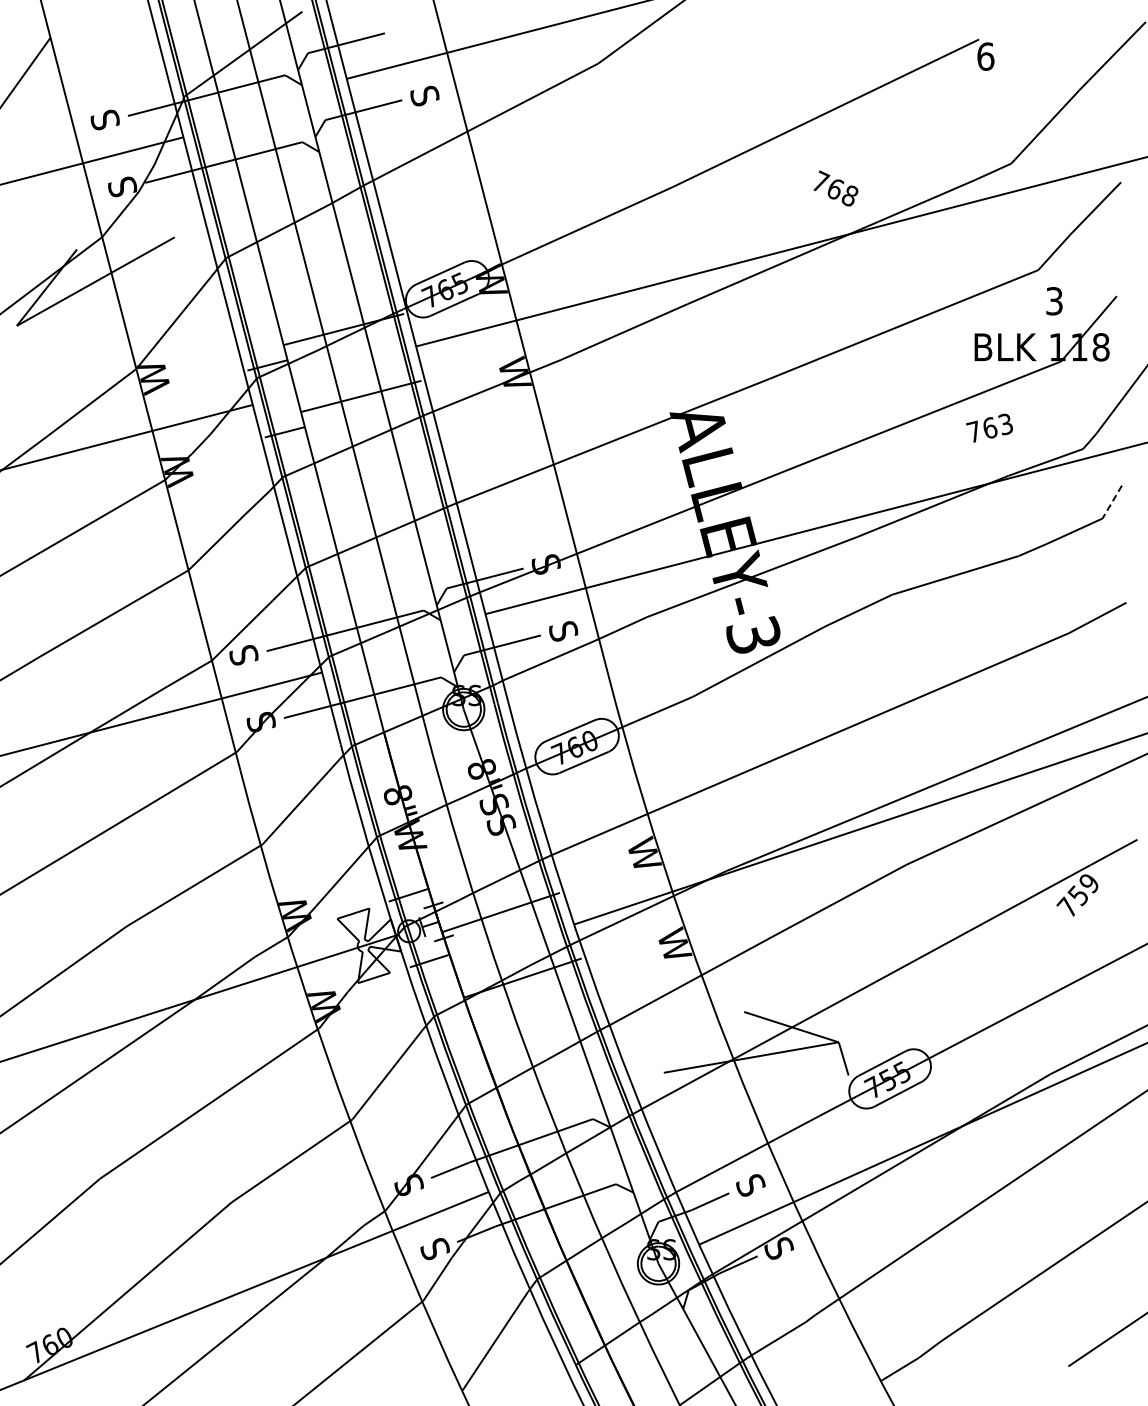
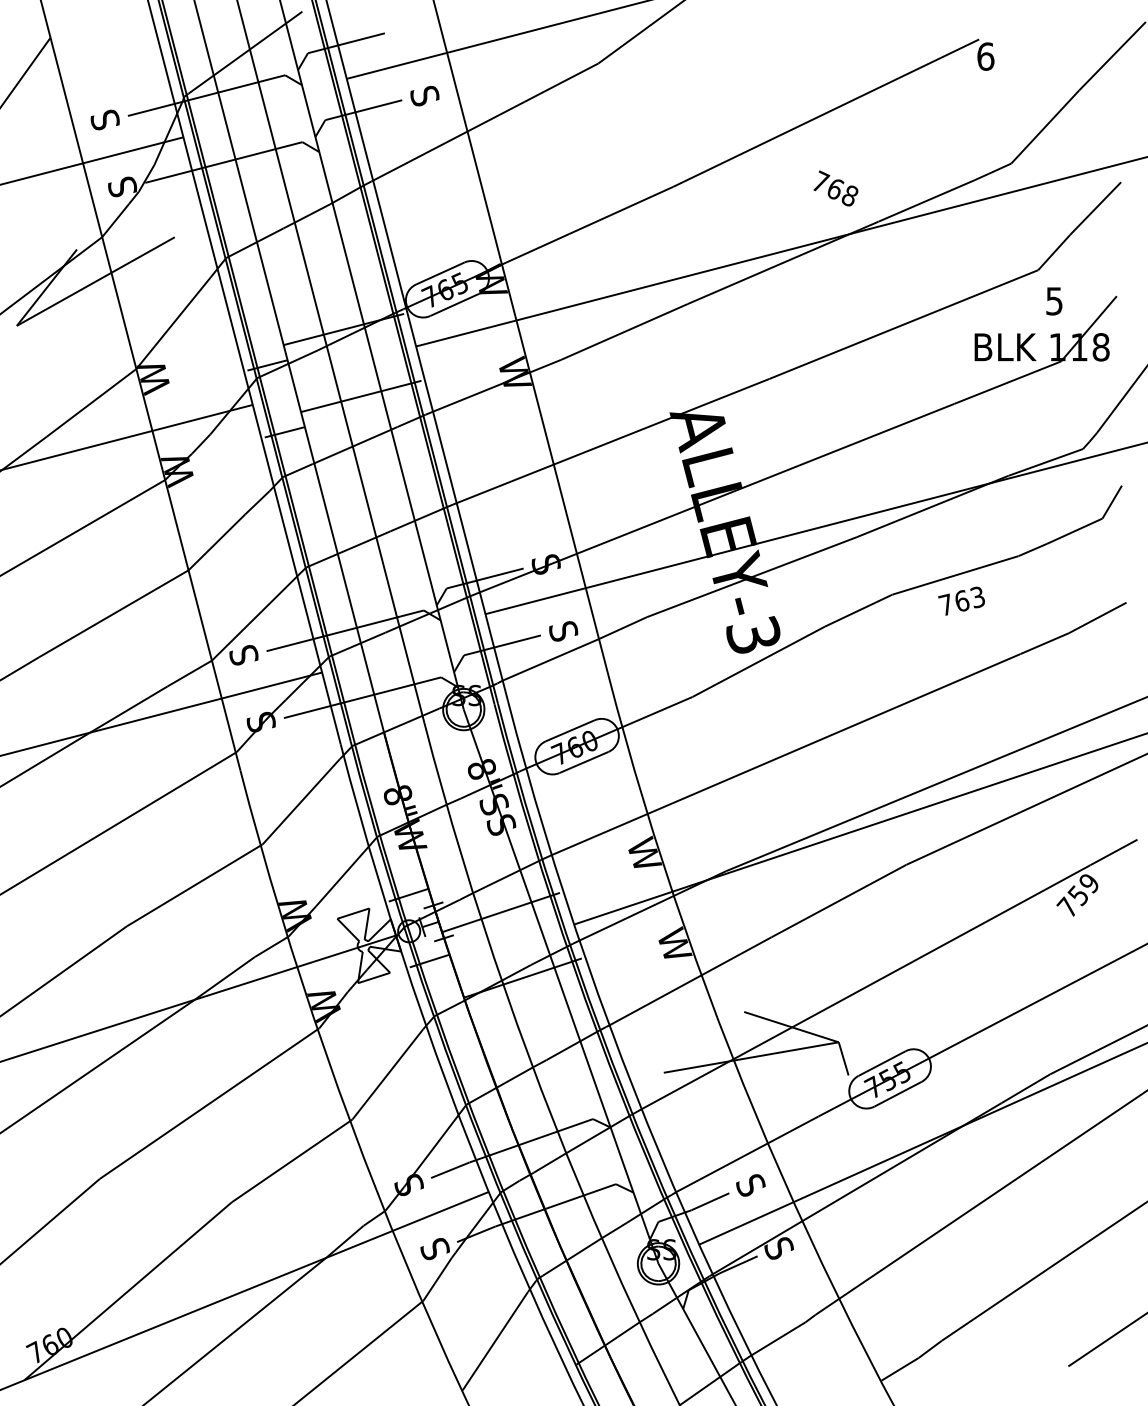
text at (1054, 300): 3 -> 5
text at (989, 427) position: (989, 427) -> (961, 600)
line at (1111, 502): dashed -> solid
